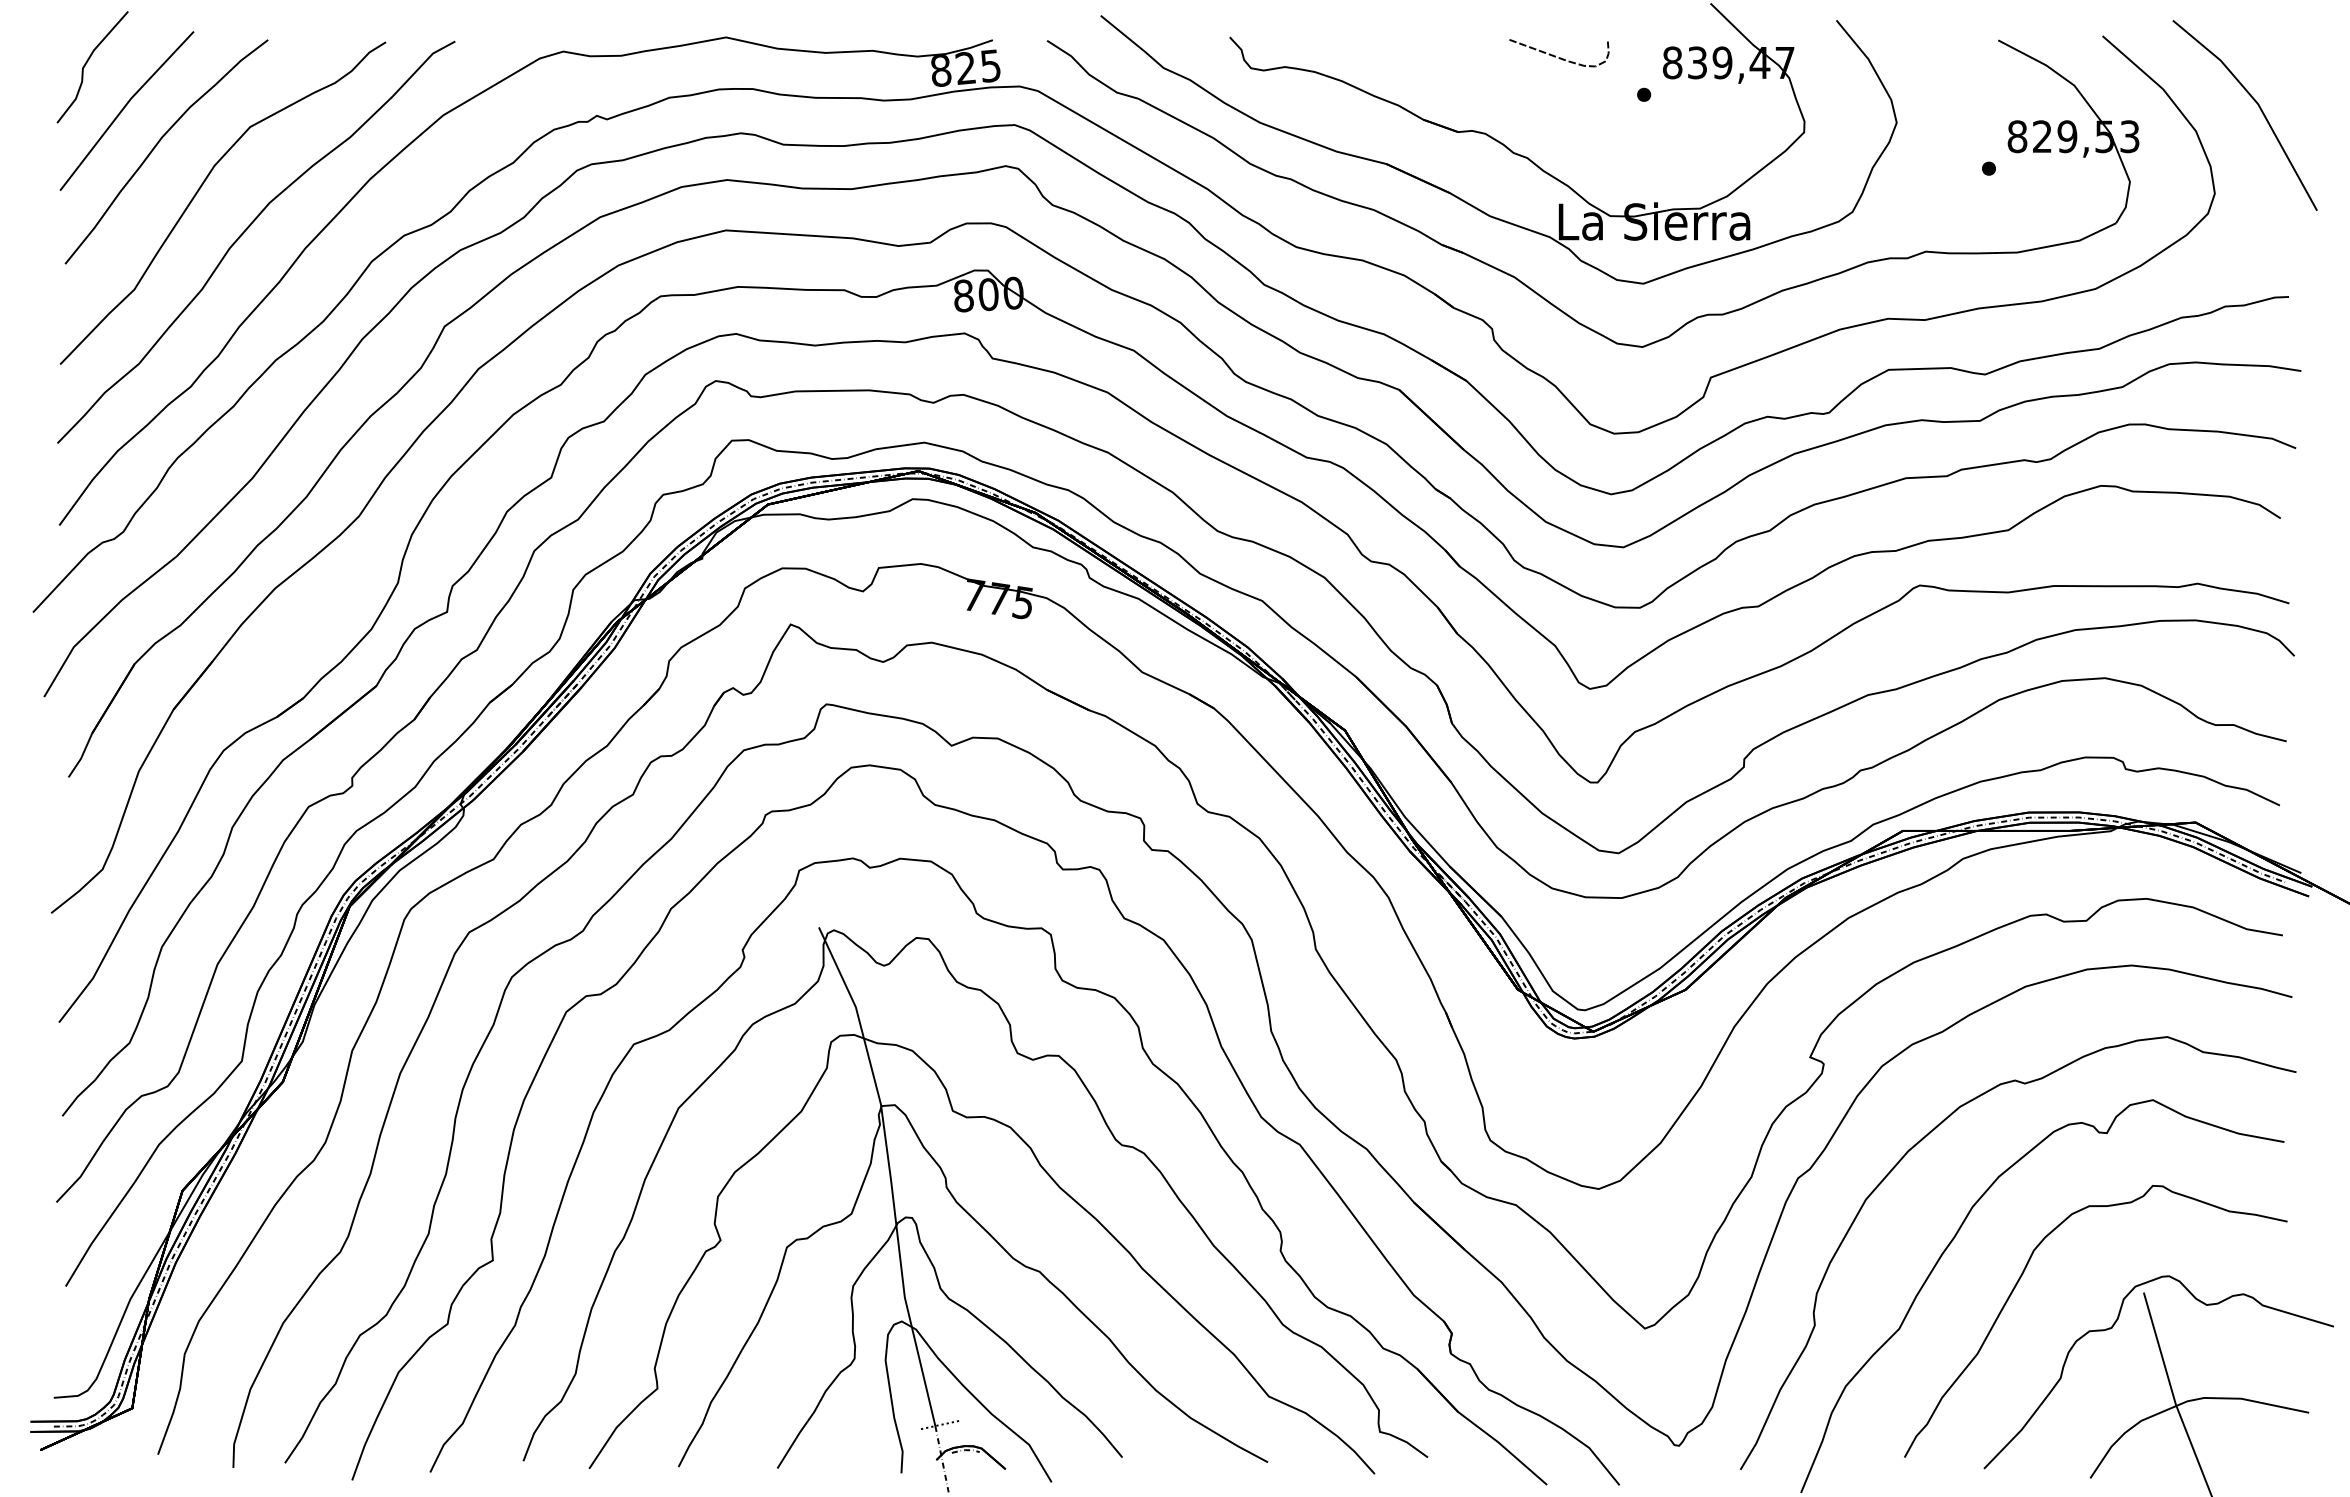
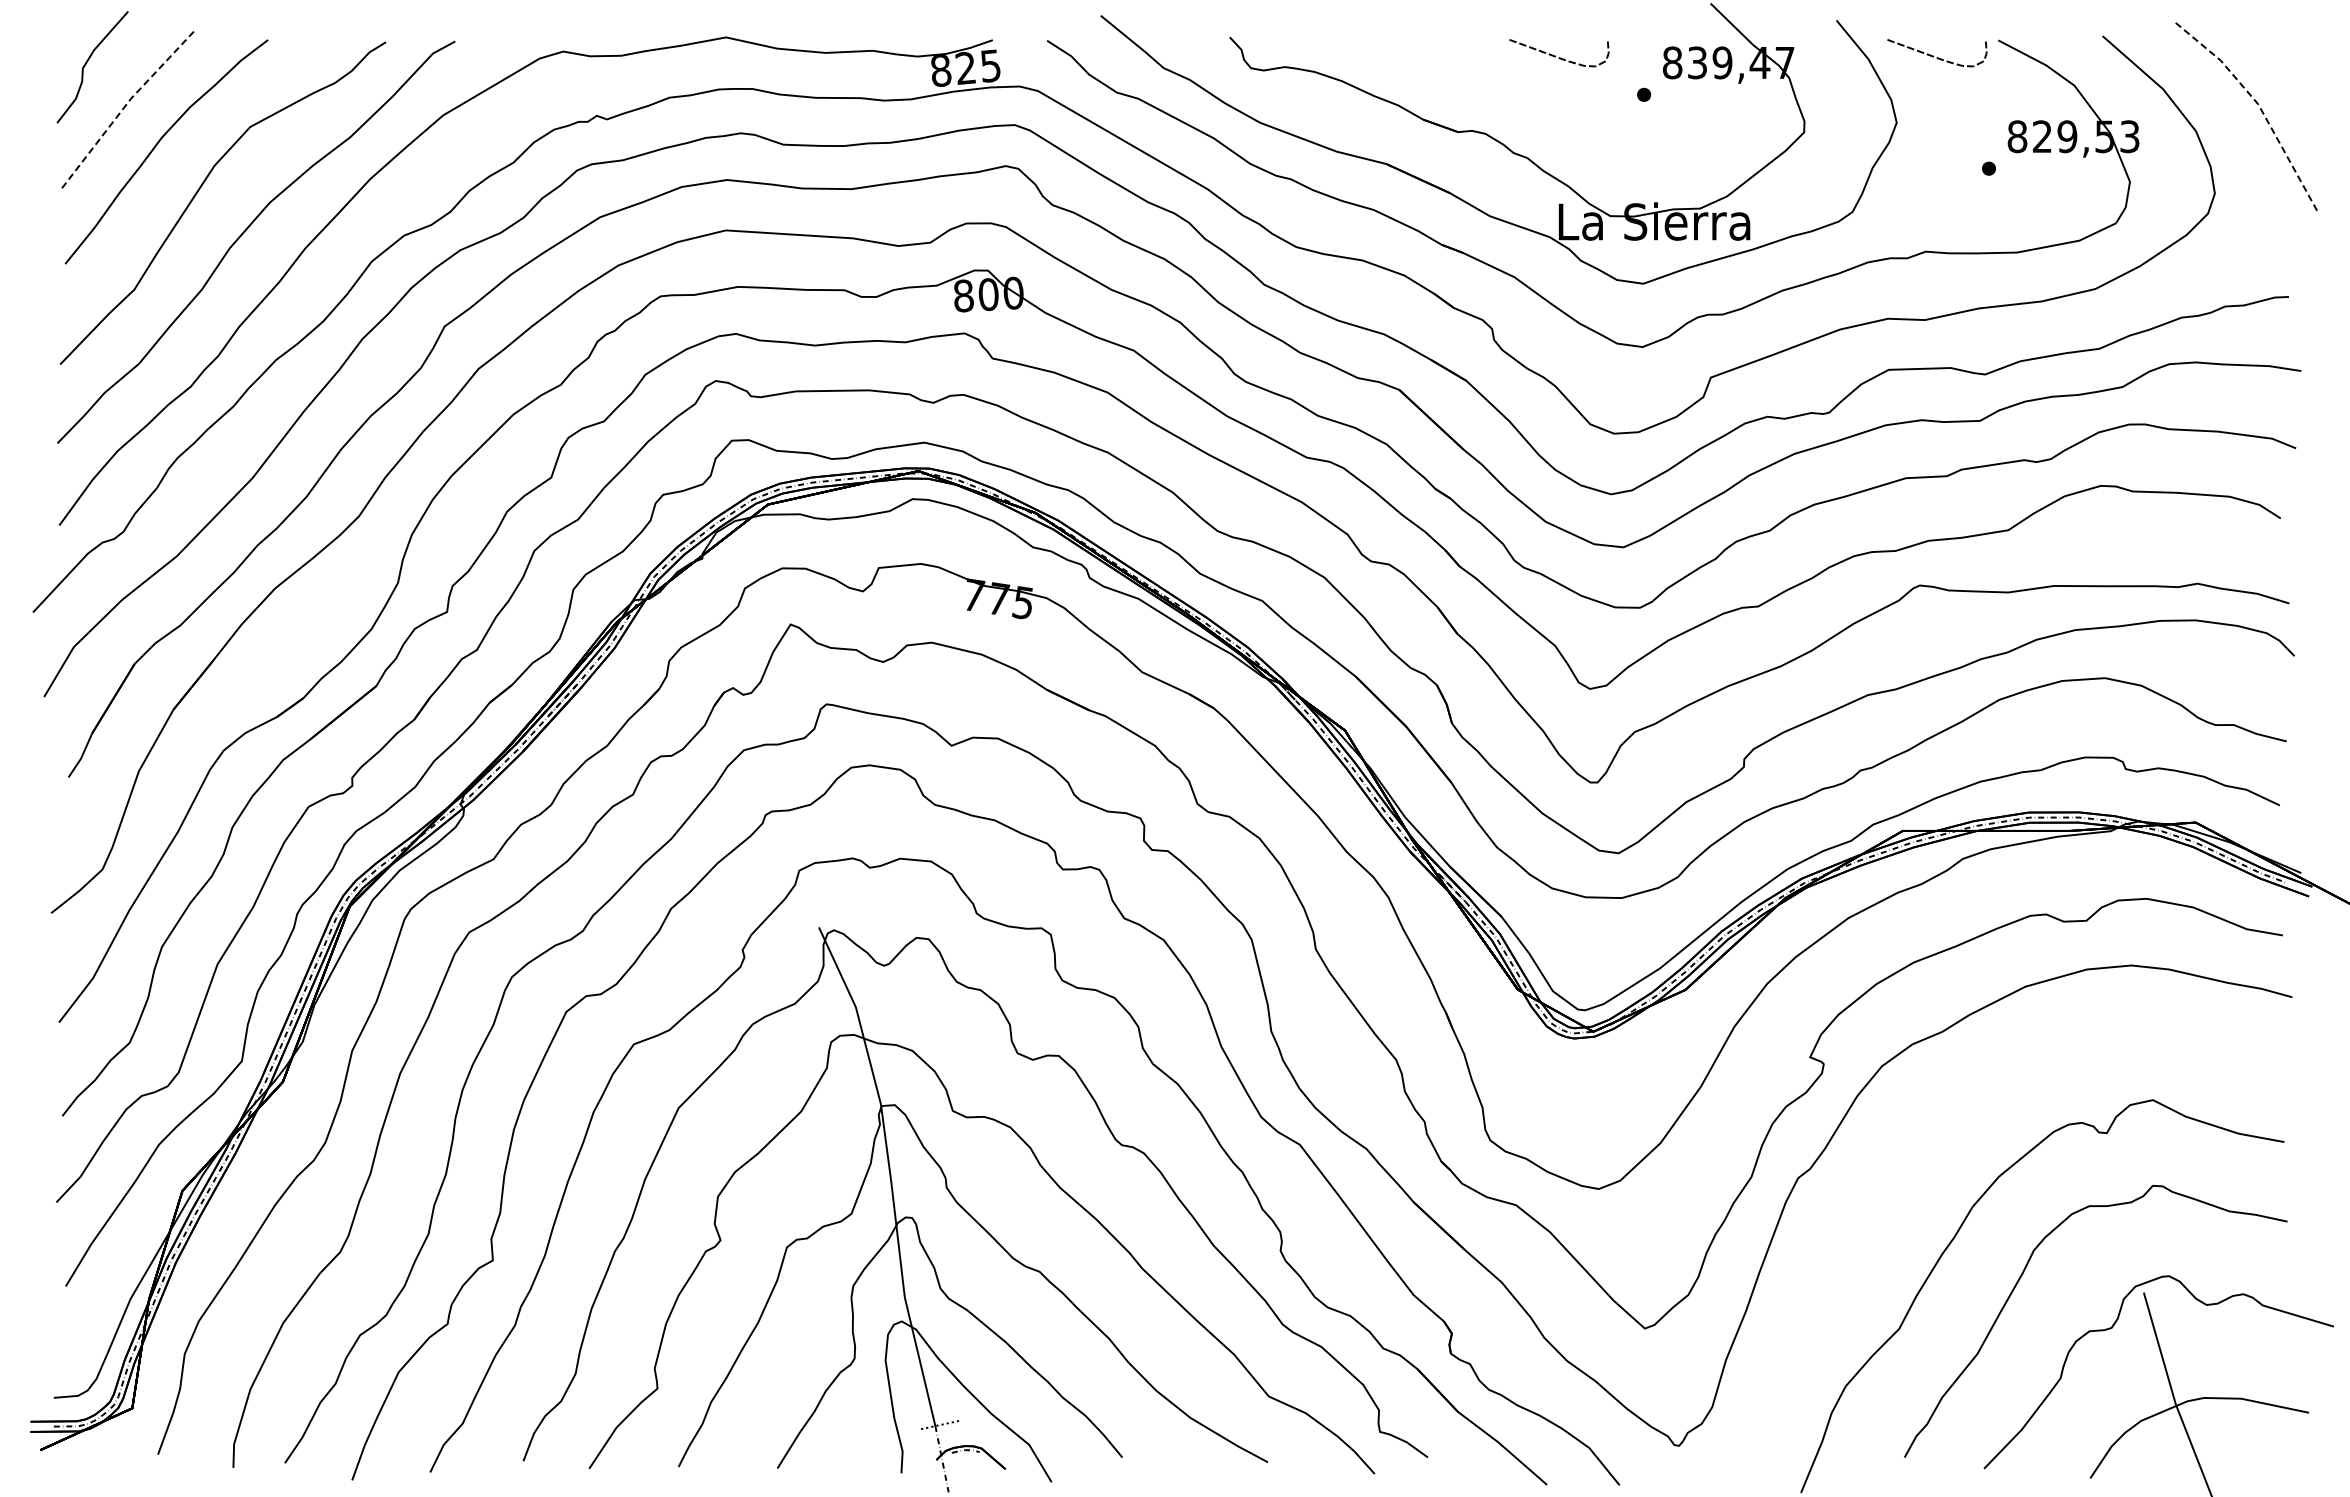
curve at (1937, 57): none -> present
line at (2258, 104): solid -> dashed
line at (123, 108): solid -> dashed
curve at (1921, 1141): present -> none
